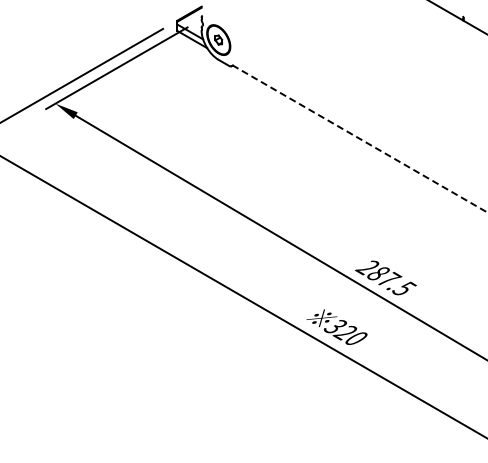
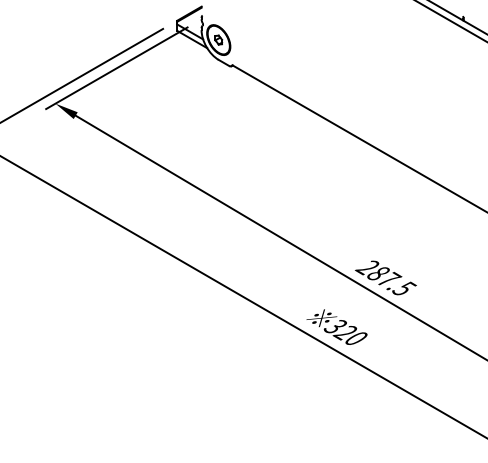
line at (450, 21): none -> present
line at (360, 139): dashed -> solid
